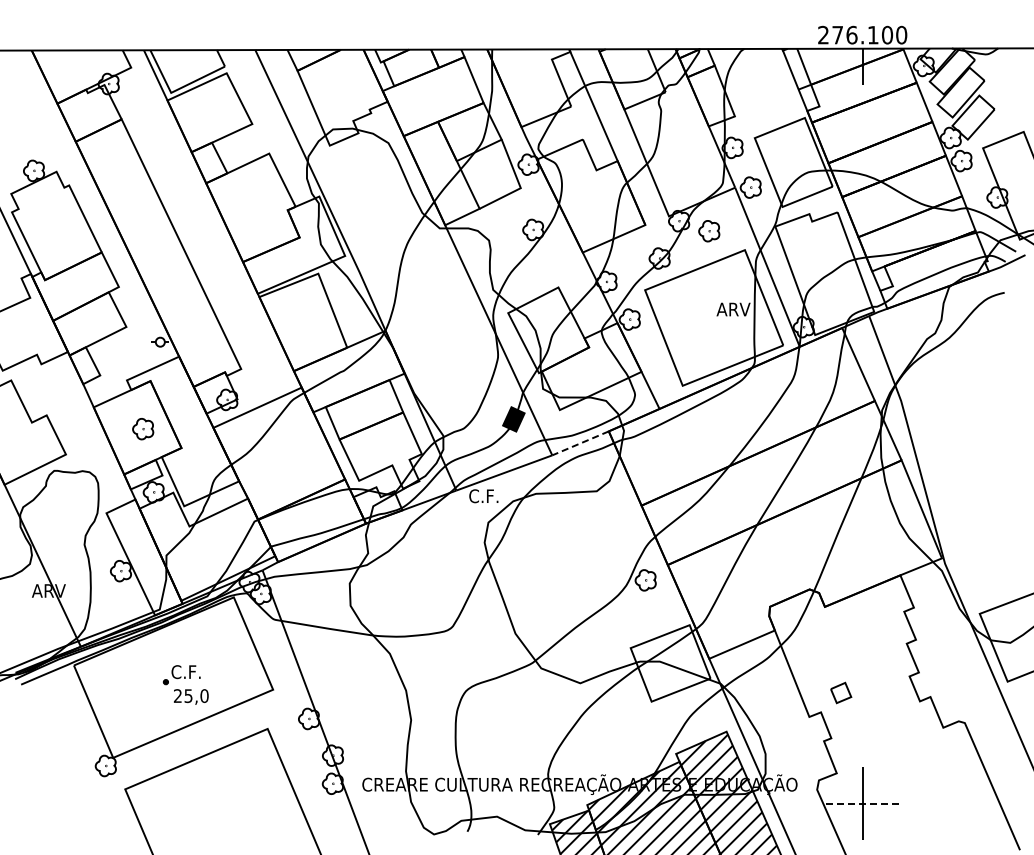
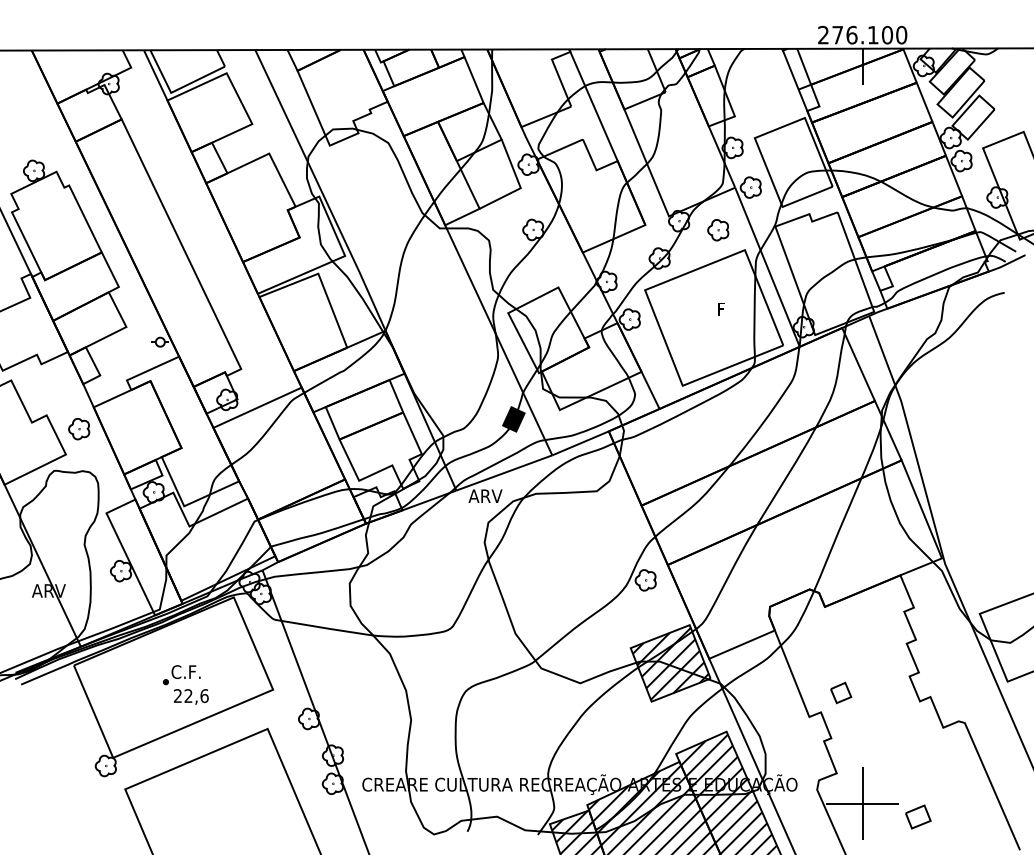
part at (709, 231) position: (709, 231) -> (718, 230)
text at (733, 309): ARV -> F
part at (143, 429) position: (143, 429) -> (79, 429)
line at (580, 443): dashed -> solid
text at (485, 496): C.F. -> ARV
hatch at (670, 663): none -> present
text at (196, 696): 25,0 -> 22,6
line at (862, 803): dashed -> solid
part at (918, 816): none -> present
